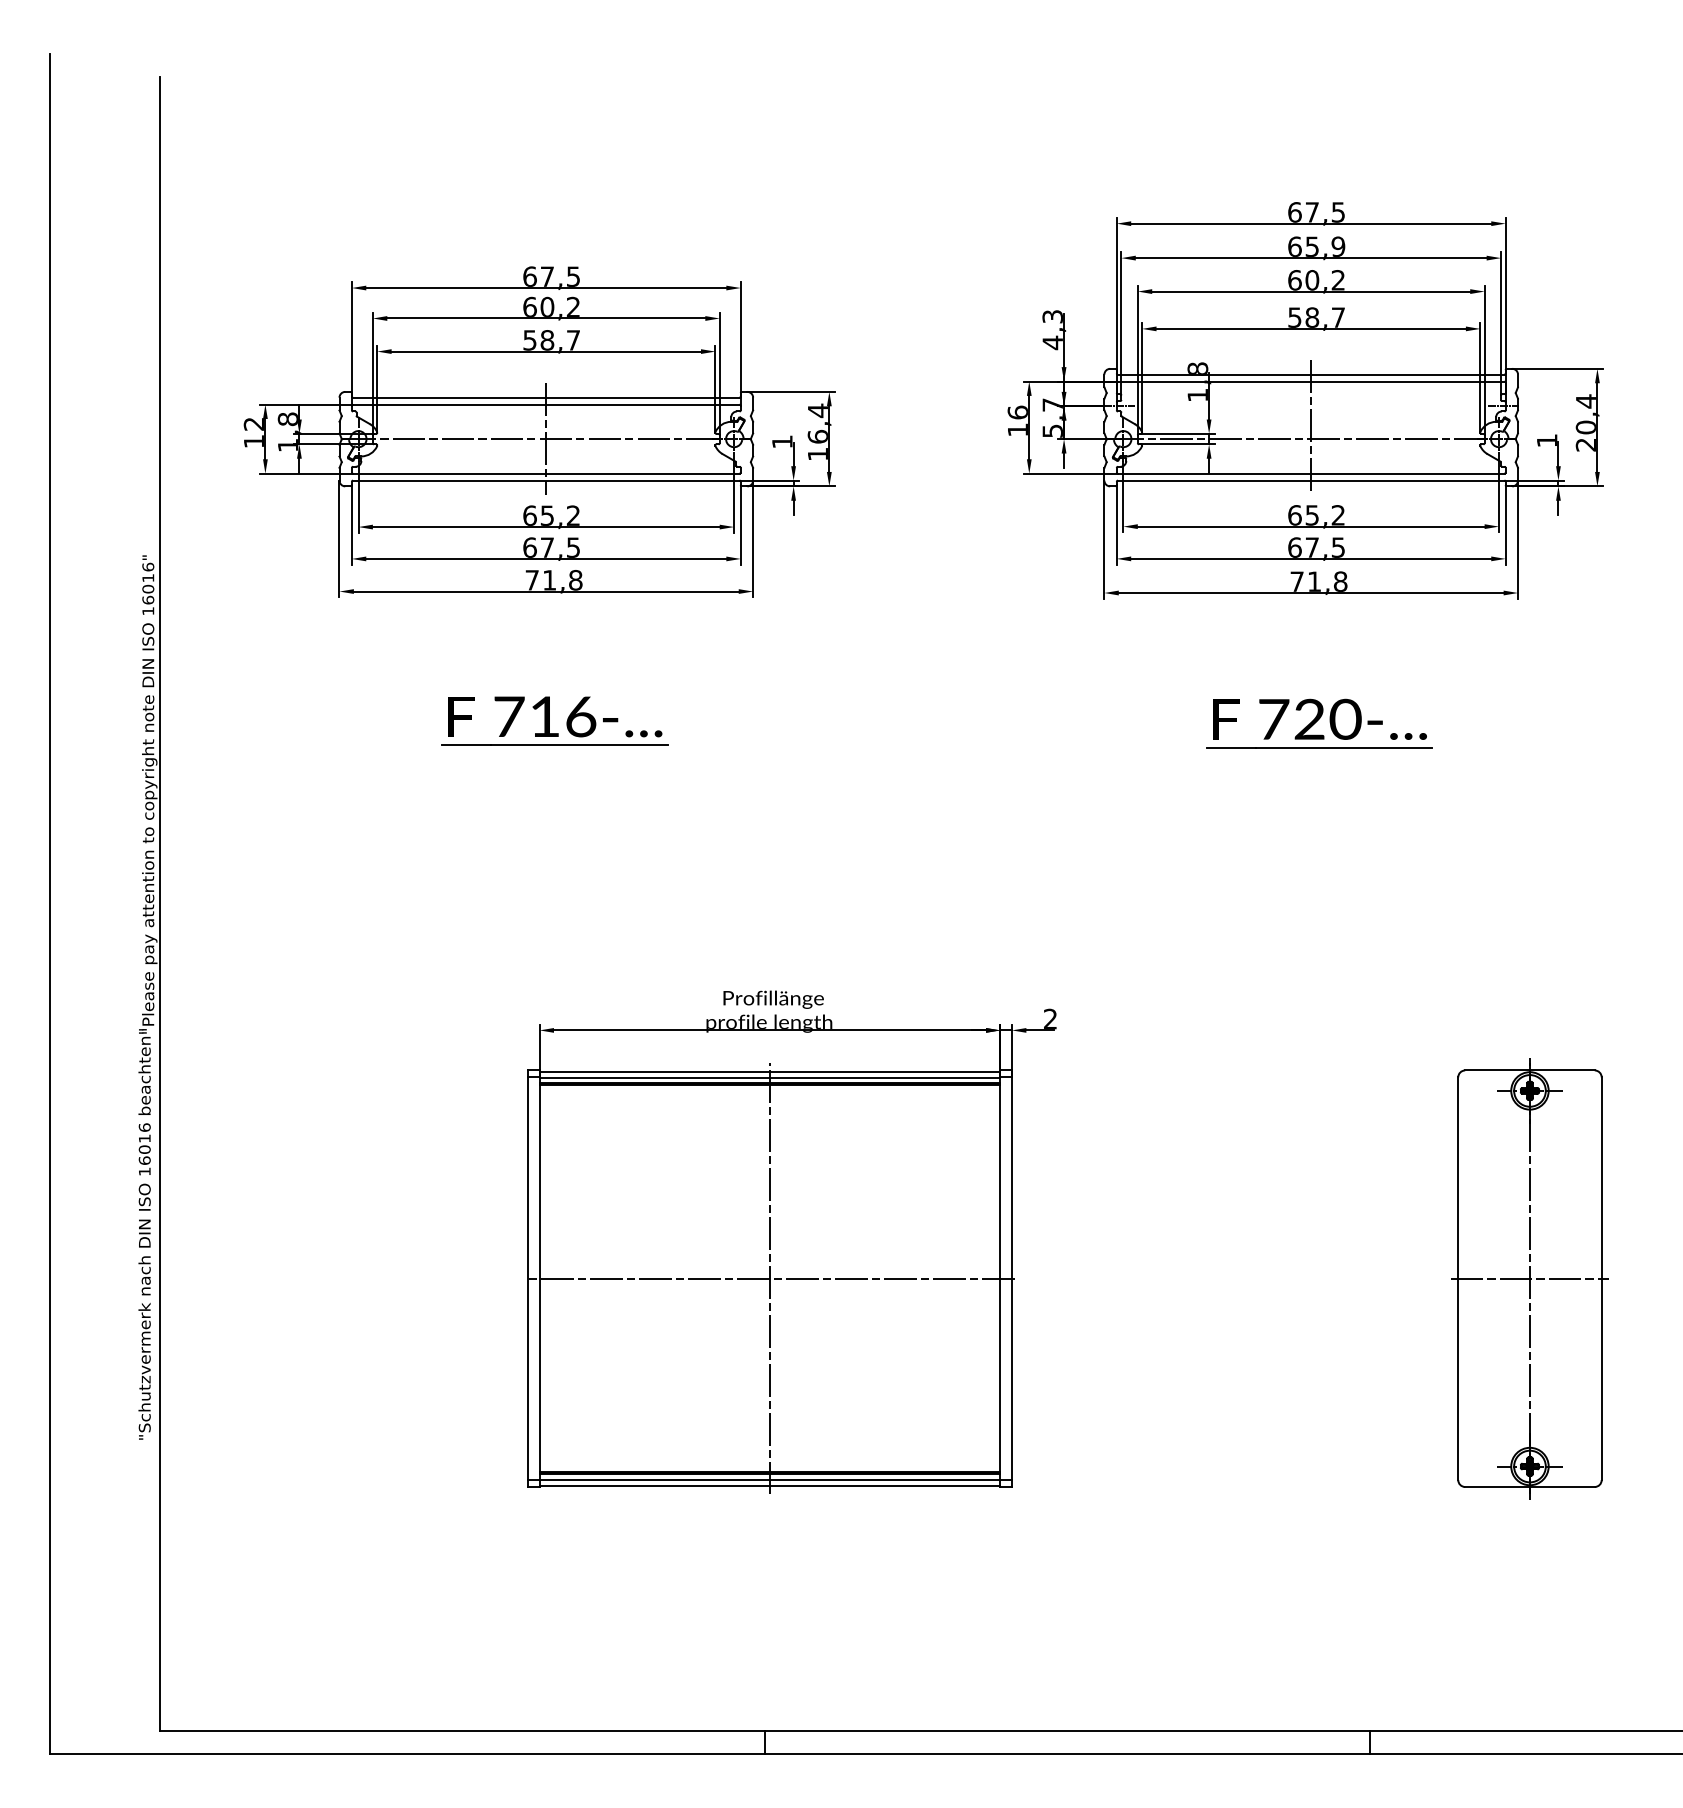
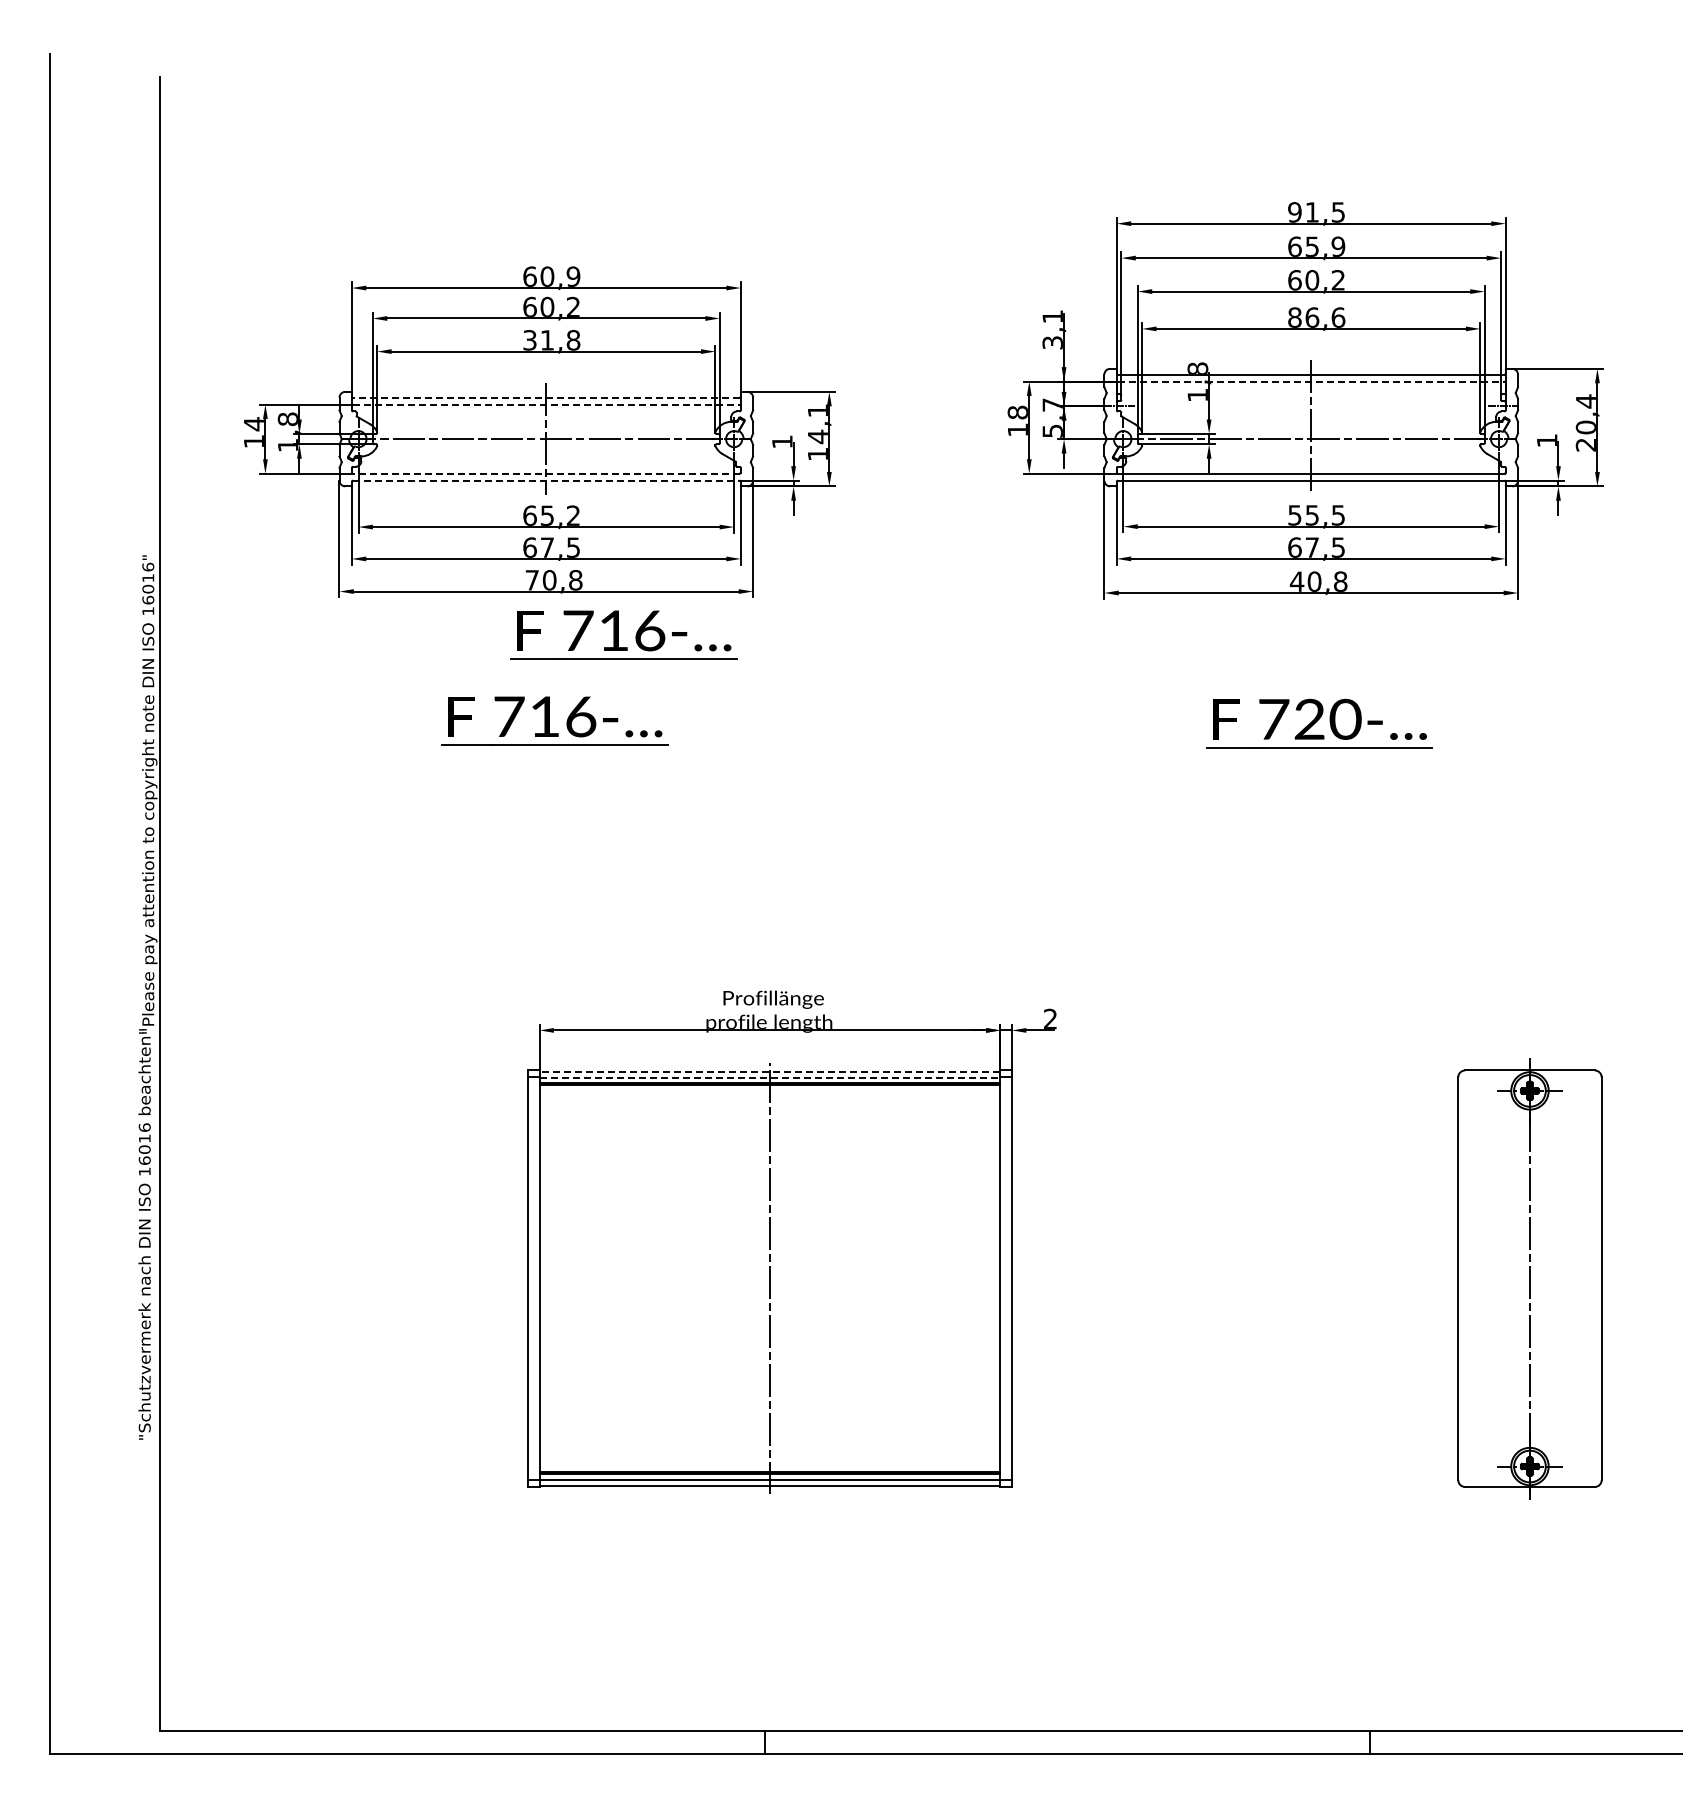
text at (1303, 212): 67,5 -> 91,5
text at (560, 276): 67,5 -> 60,9
text at (1316, 317): 58,7 -> 86,6
text at (1052, 330): 4,3 -> 3,1
text at (552, 340): 58,7 -> 31,8
line at (1311, 381): solid -> dashed
line at (545, 397): solid -> dashed
line at (546, 404): solid -> dashed
text at (1017, 412): 16 -> 18
text at (817, 423): 16,4 -> 14,1
text at (253, 424): 12 -> 14
line at (545, 473): solid -> dashed
line at (546, 480): solid -> dashed
text at (1316, 515): 65,2 -> 55,5
text at (549, 580): 71,8 -> 70,8
text at (1305, 581): 71,8 -> 40,8
part at (623, 634): none -> present
line at (769, 1071): solid -> dashed
line at (770, 1077): solid -> dashed
line at (769, 1278): present -> none
line at (1529, 1278): present -> none
